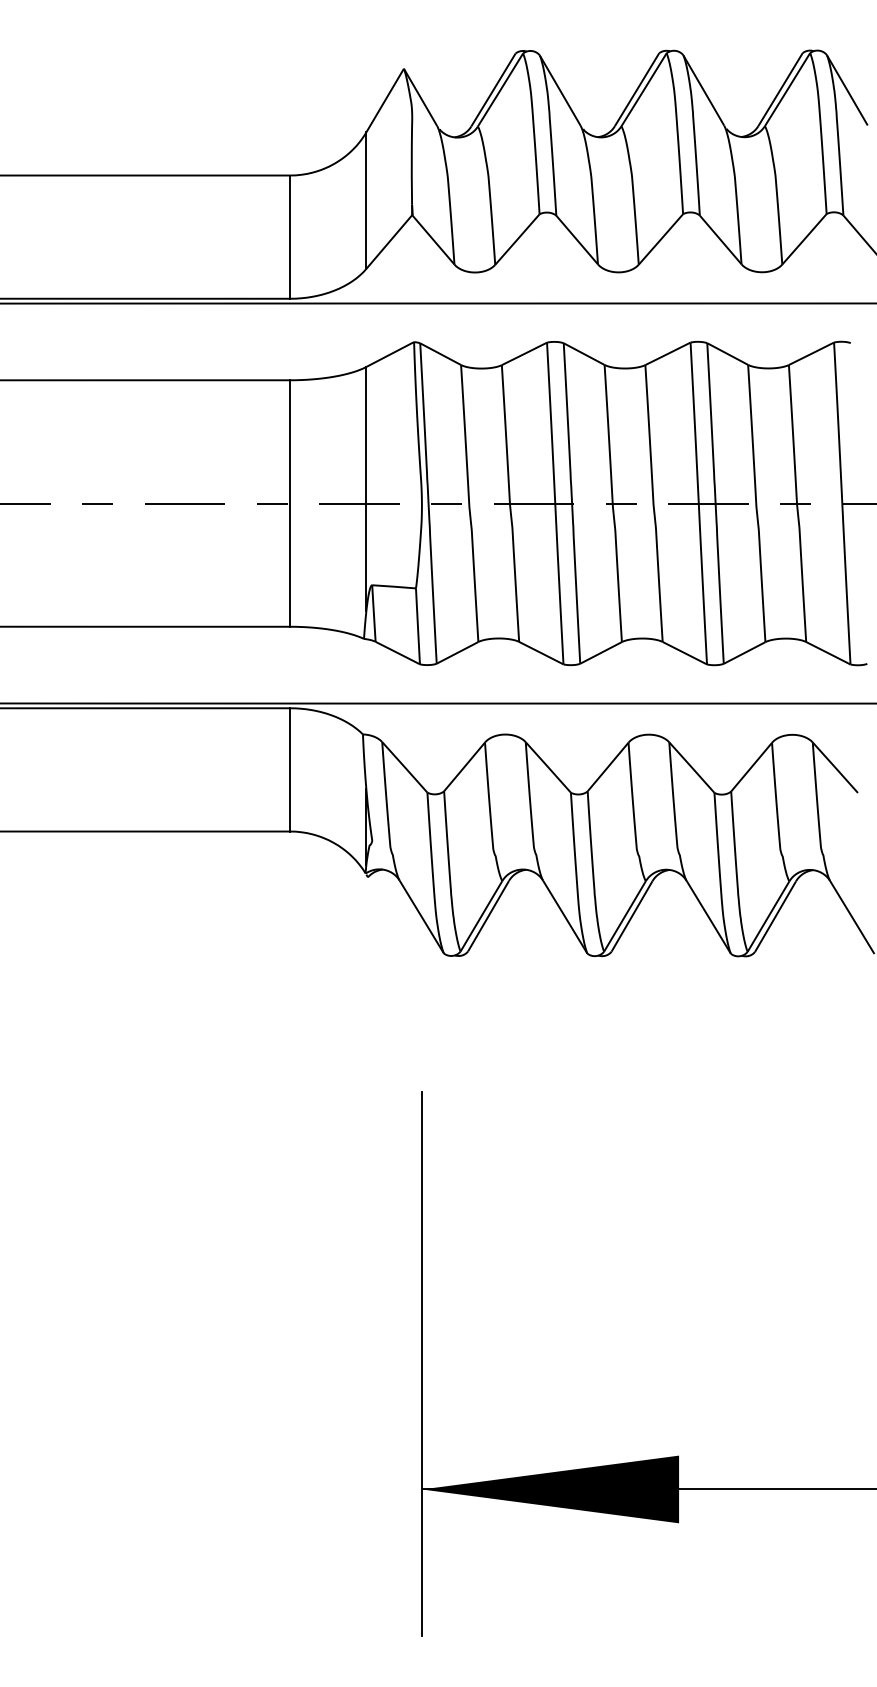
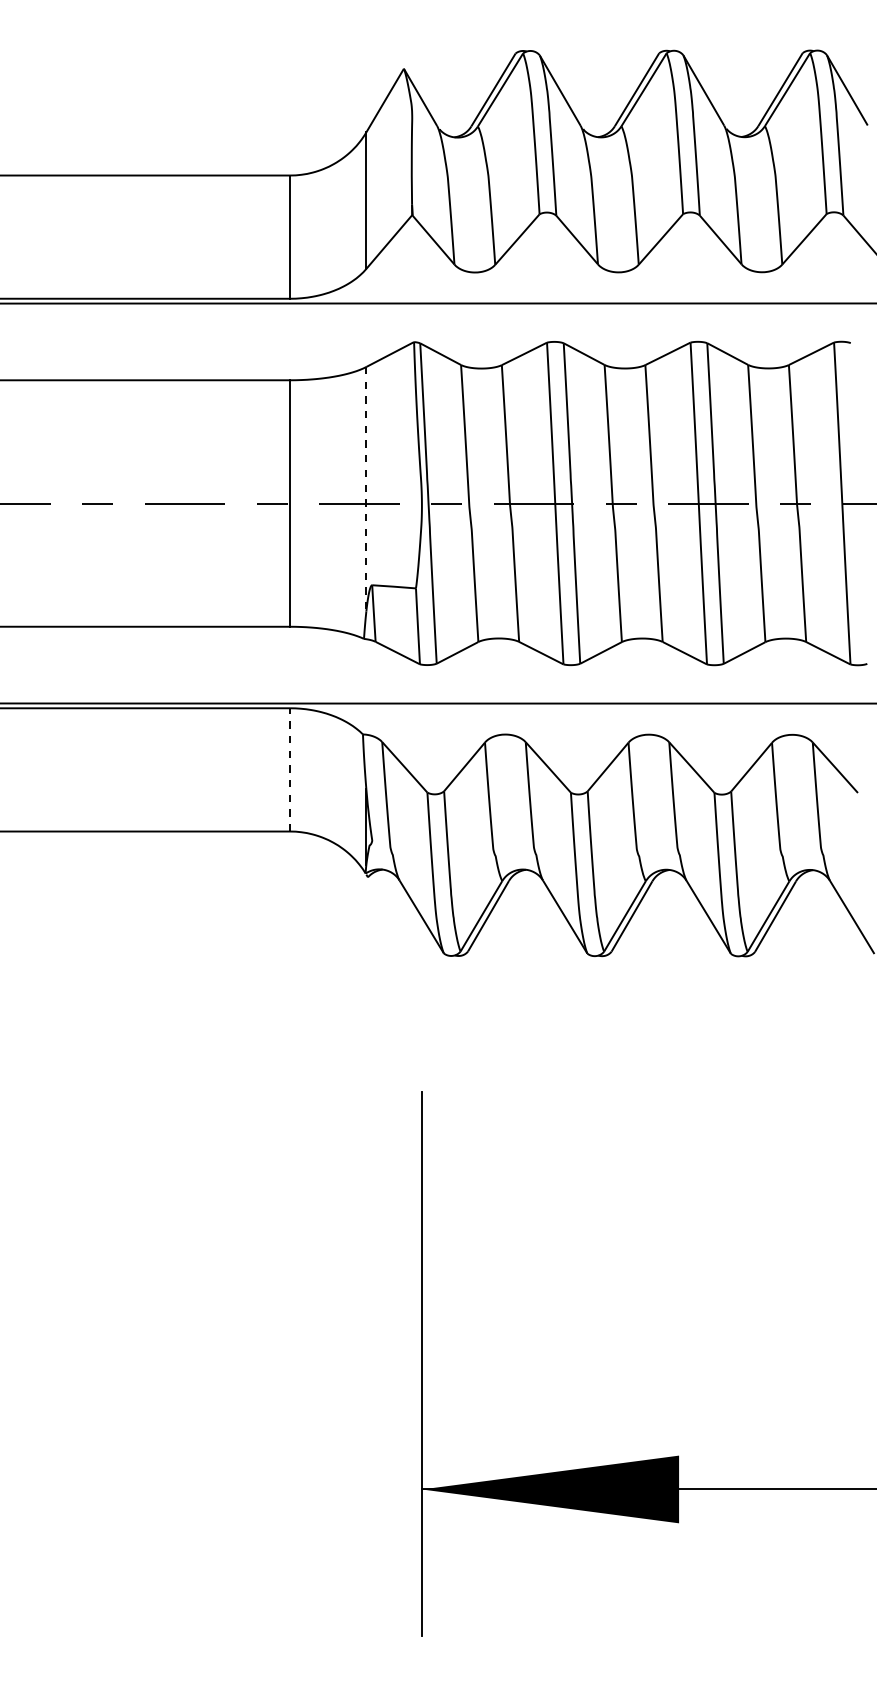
line at (366, 489): solid -> dashed
line at (290, 769): solid -> dashed
